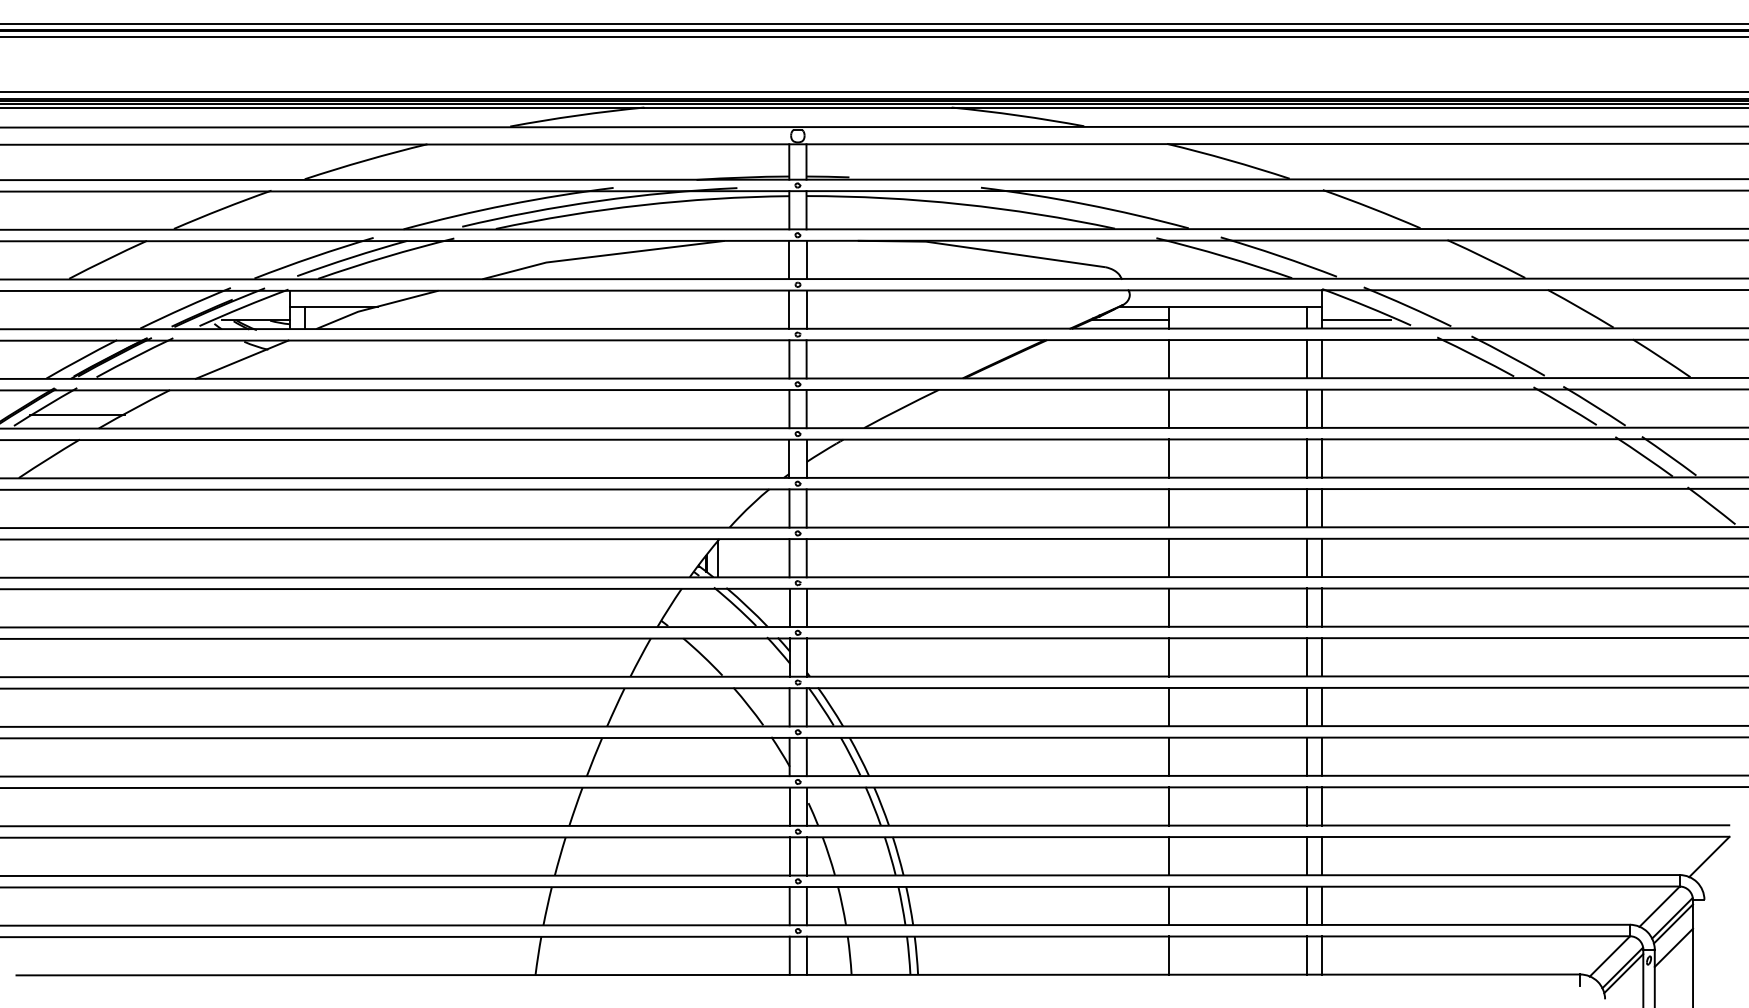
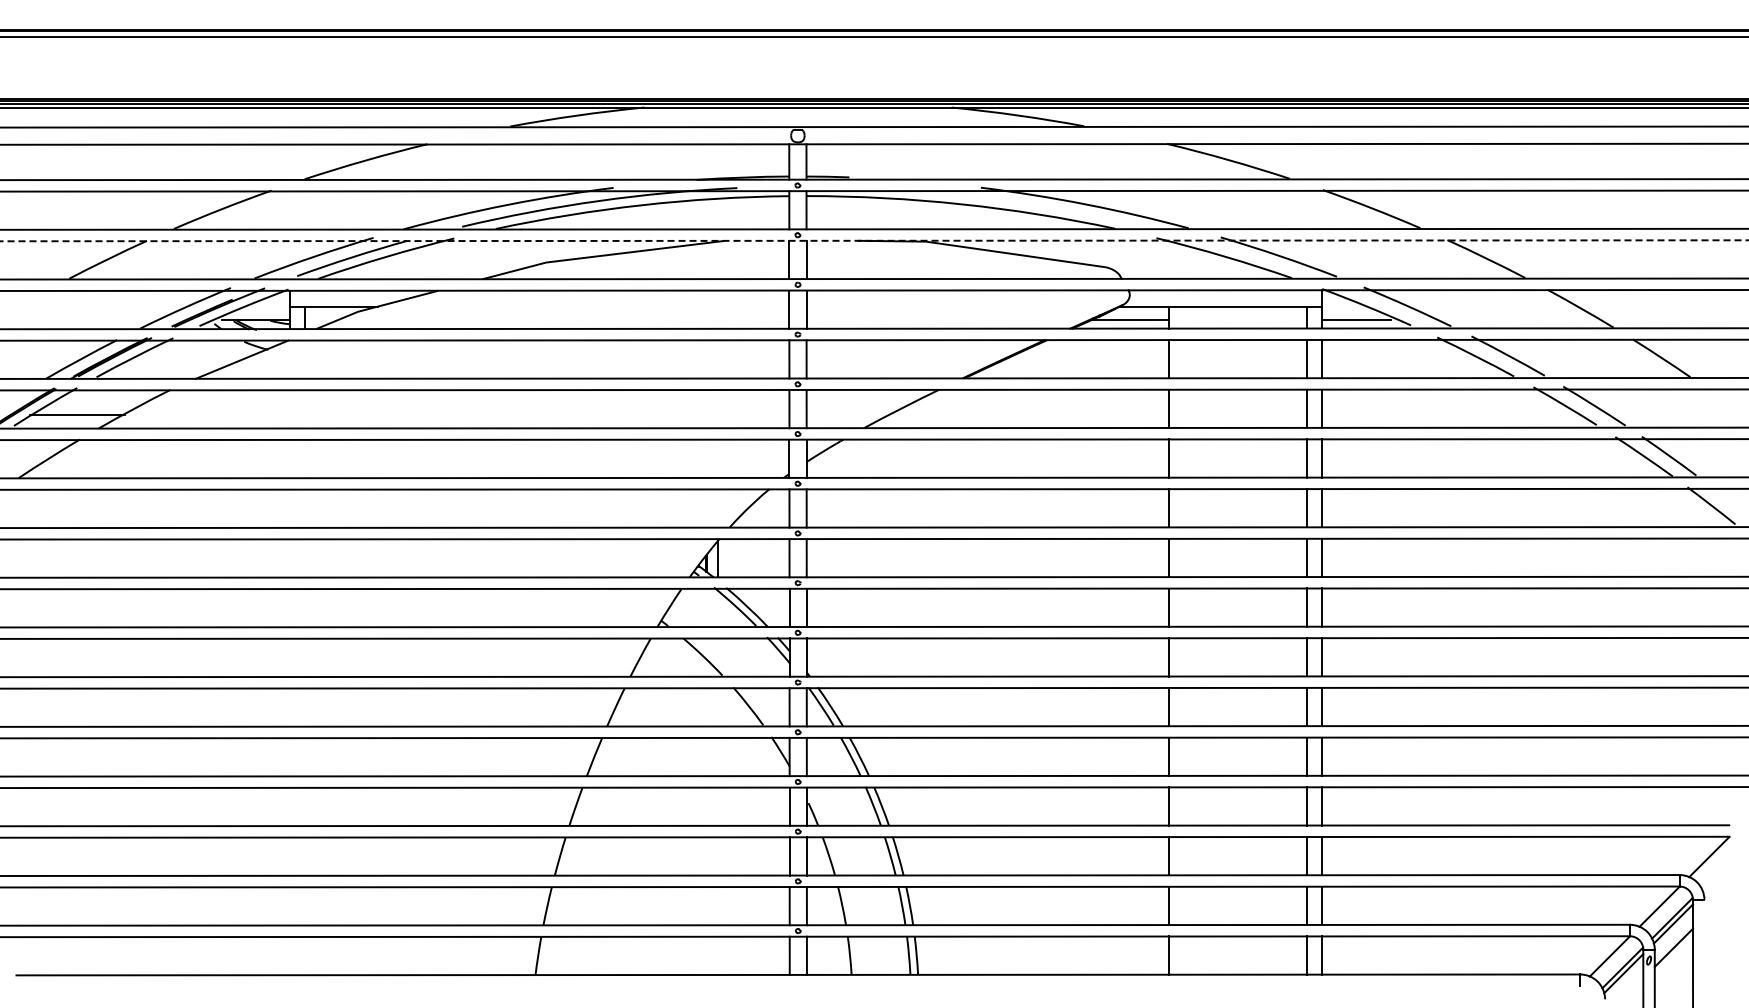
line at (873, 23): present -> none
line at (873, 92): present -> none
line at (874, 240): solid -> dashed
